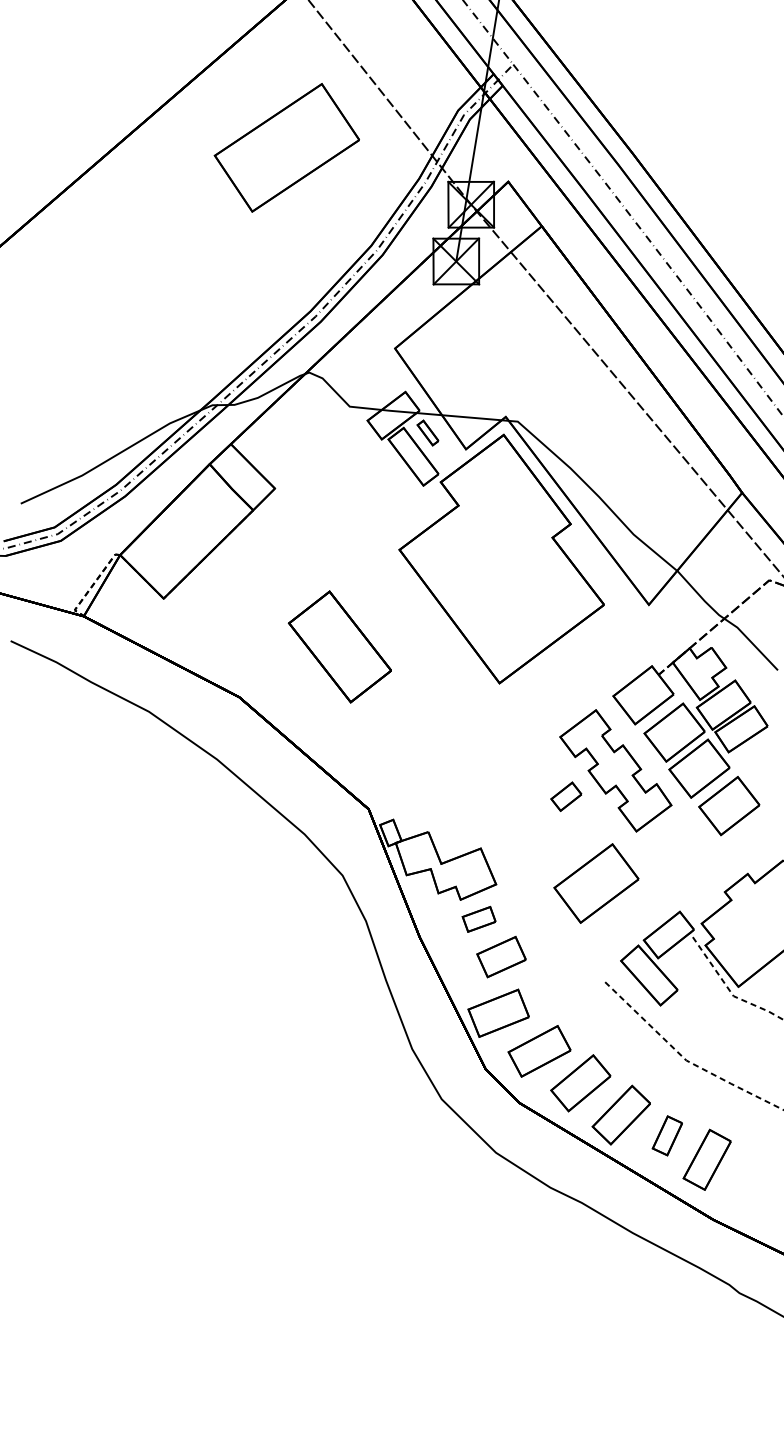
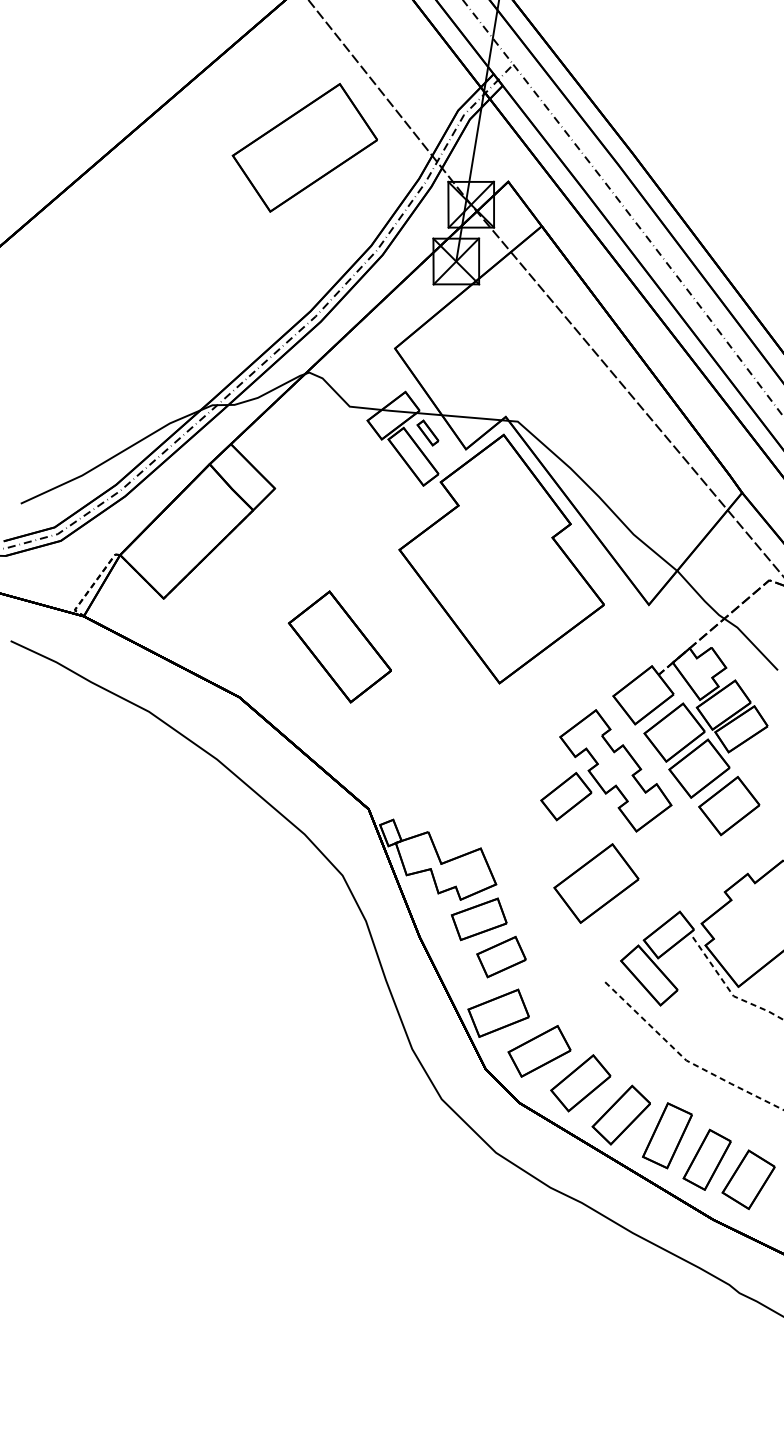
part at (286, 147) position: (286, 147) -> (304, 147)
part at (566, 796) size: 33x31 px -> 53x50 px
part at (478, 918) size: 36x28 px -> 58x45 px
part at (666, 1135) size: 32x42 px -> 51x68 px
part at (748, 1179): none -> present
